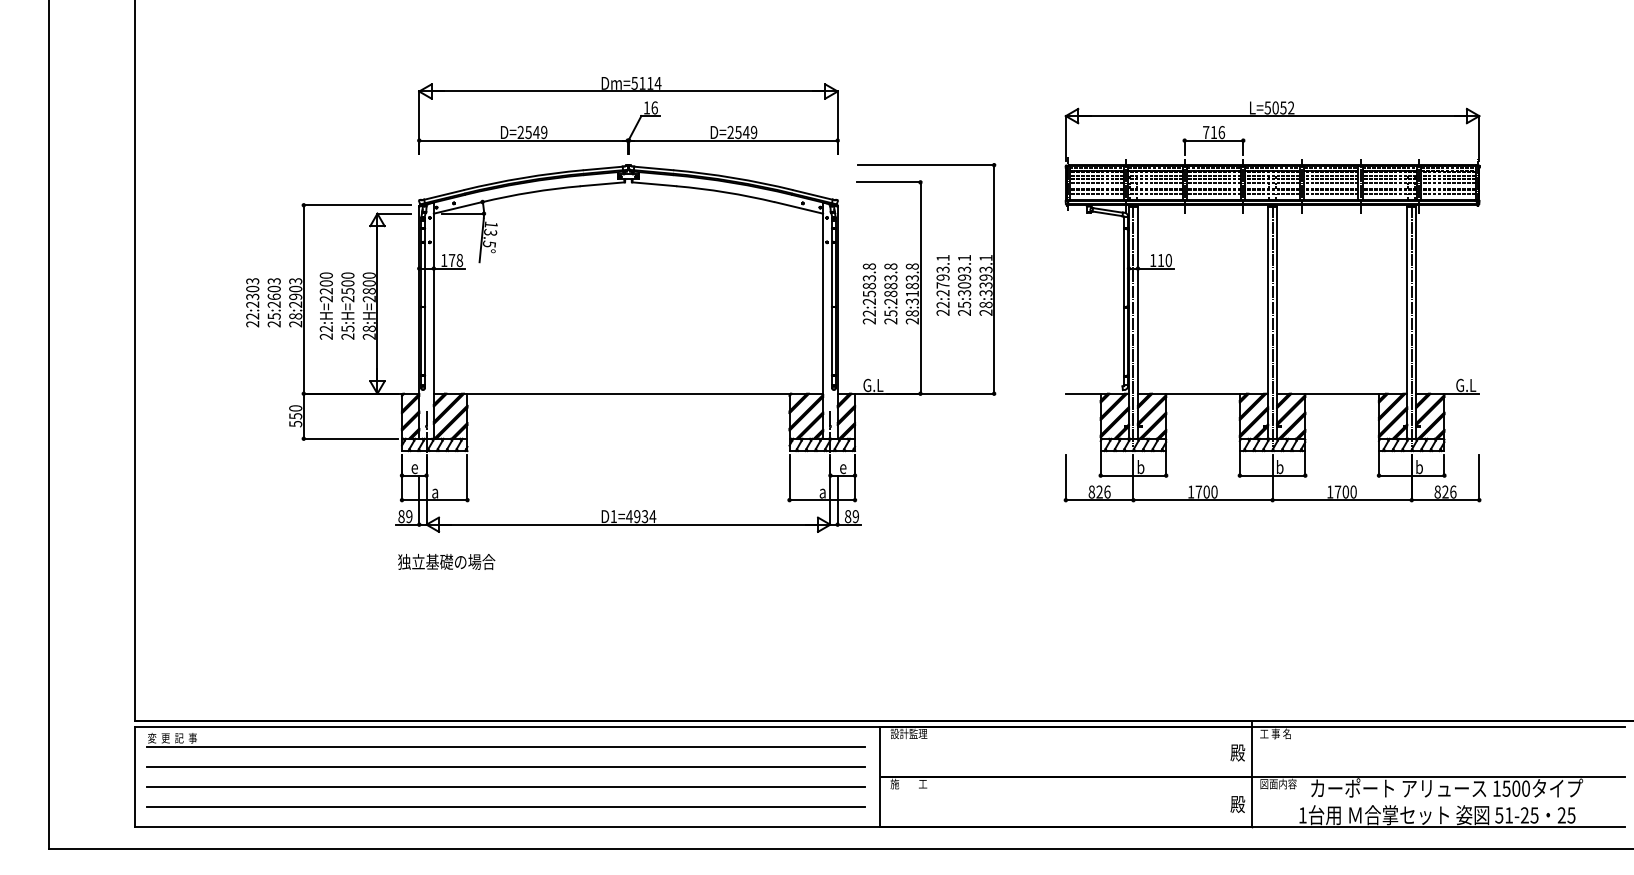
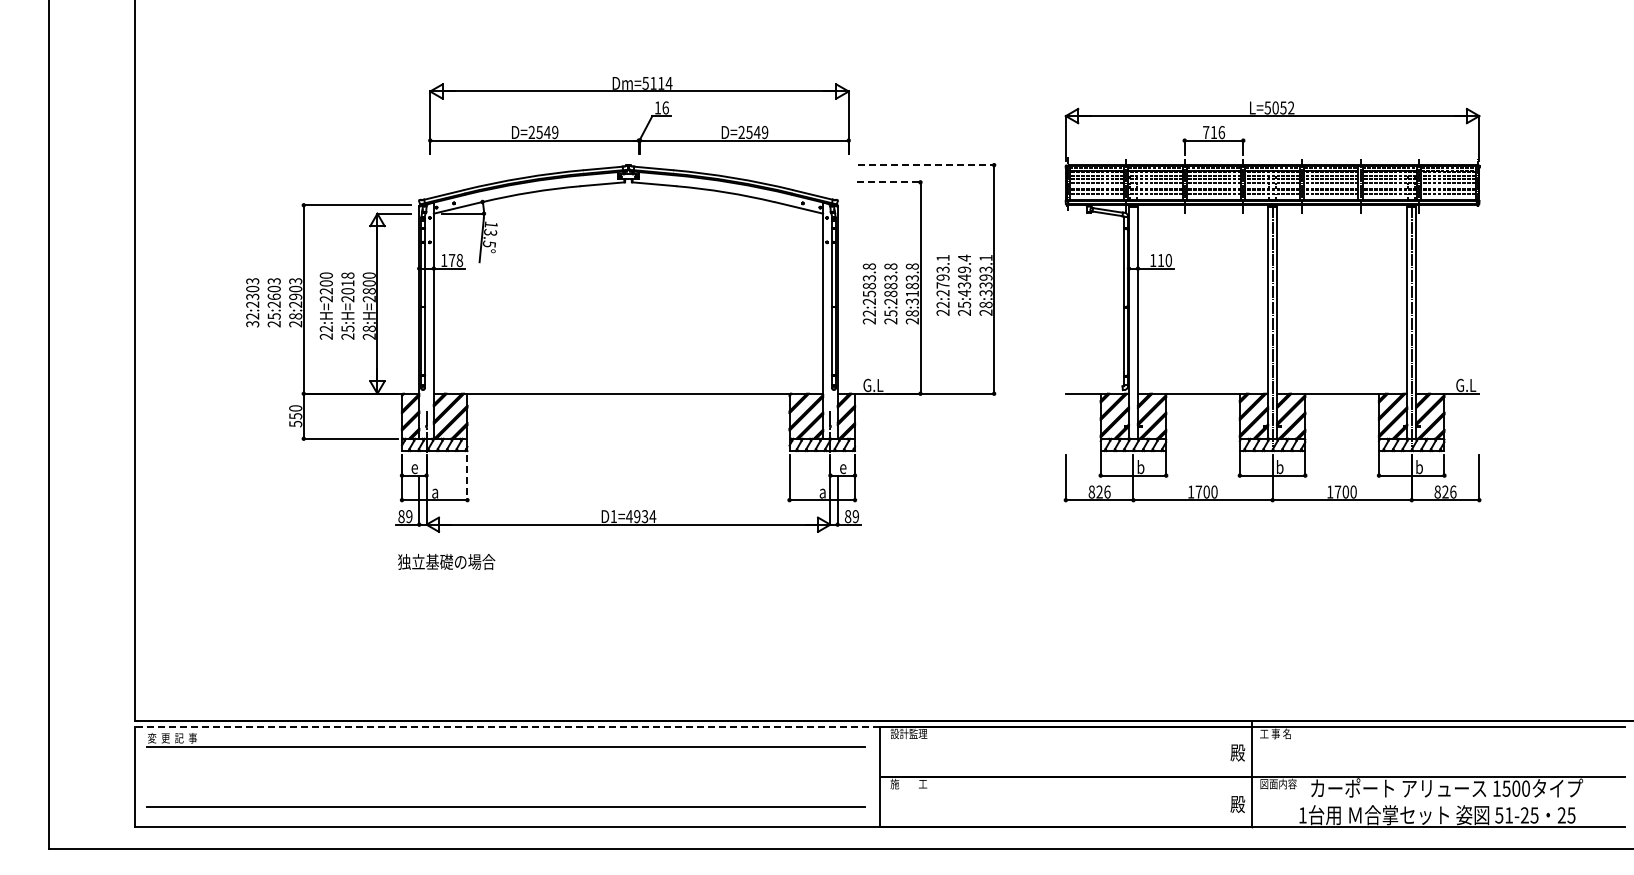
part at (628, 115) position: (628, 115) -> (639, 115)
line at (926, 165): solid -> dashed
line at (889, 182): solid -> dashed
text at (964, 275): 25:3093.1 -> 25:4349.4
text at (347, 283): 25:H=2500 -> 25:H=2018
text at (253, 324): 22:2303 -> 32:2303
line at (1133, 325): present -> none
line at (467, 477): solid -> dashed
line at (506, 726): solid -> dashed
line at (506, 766): present -> none
line at (506, 787): present -> none
